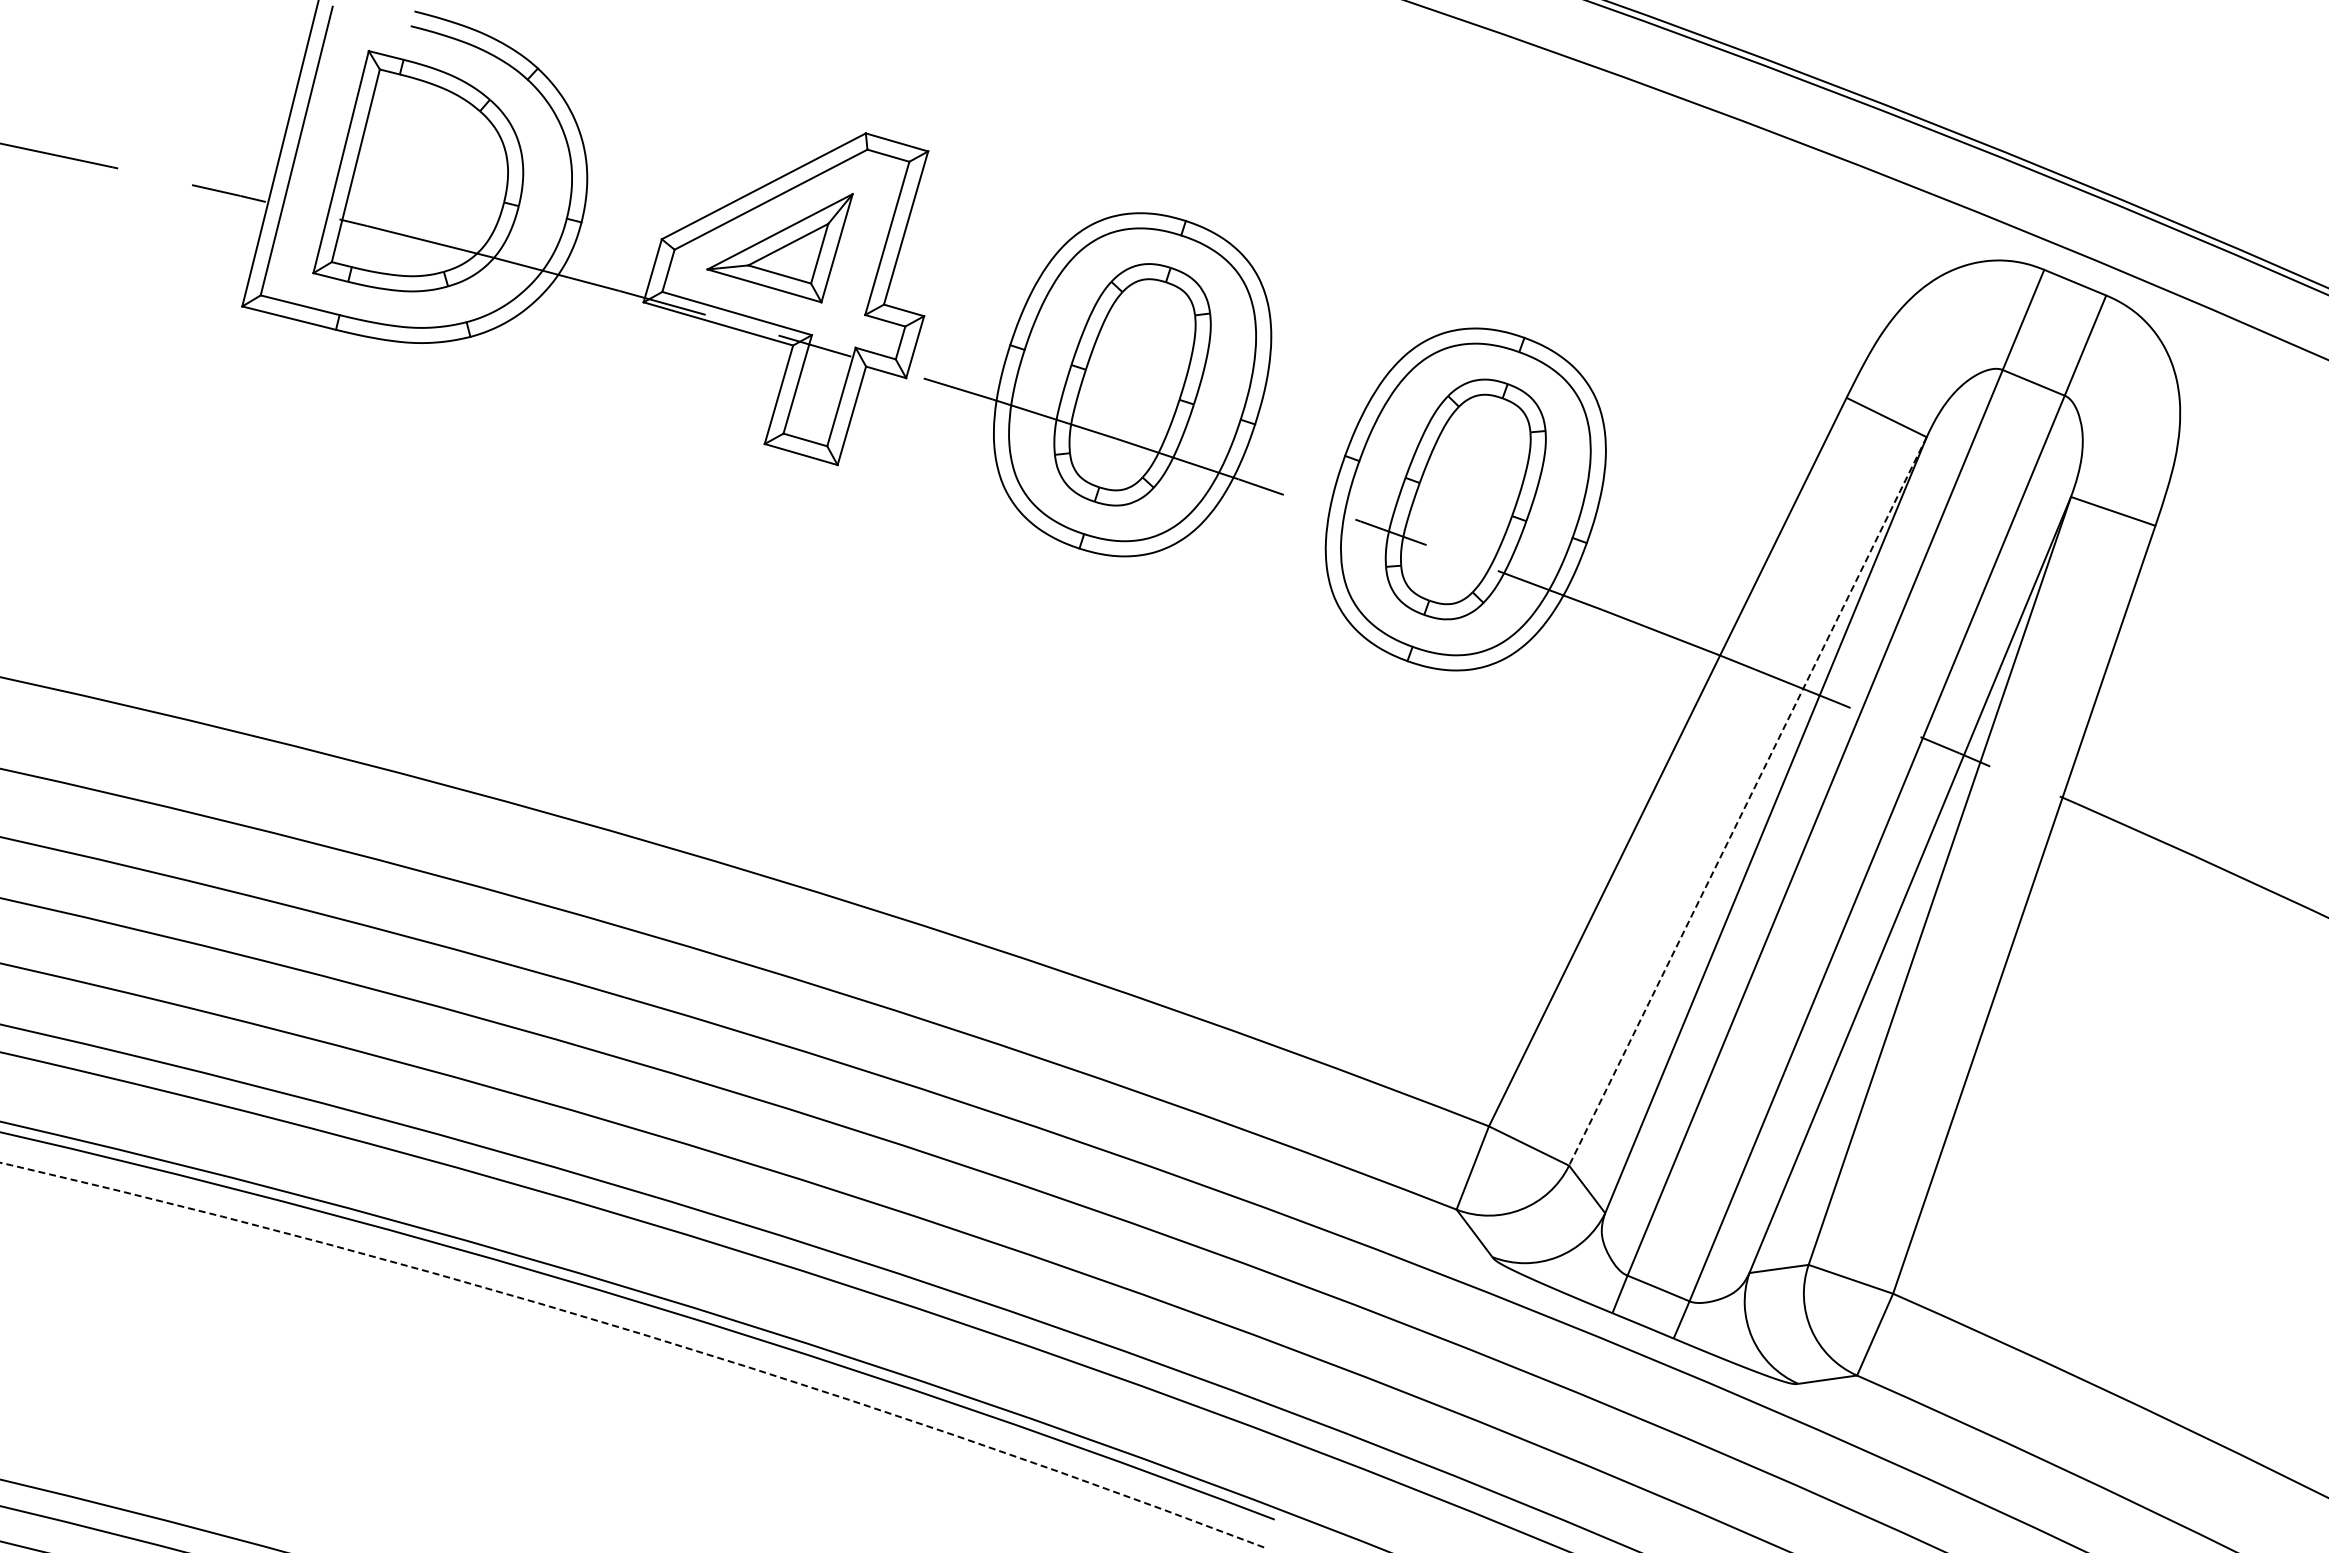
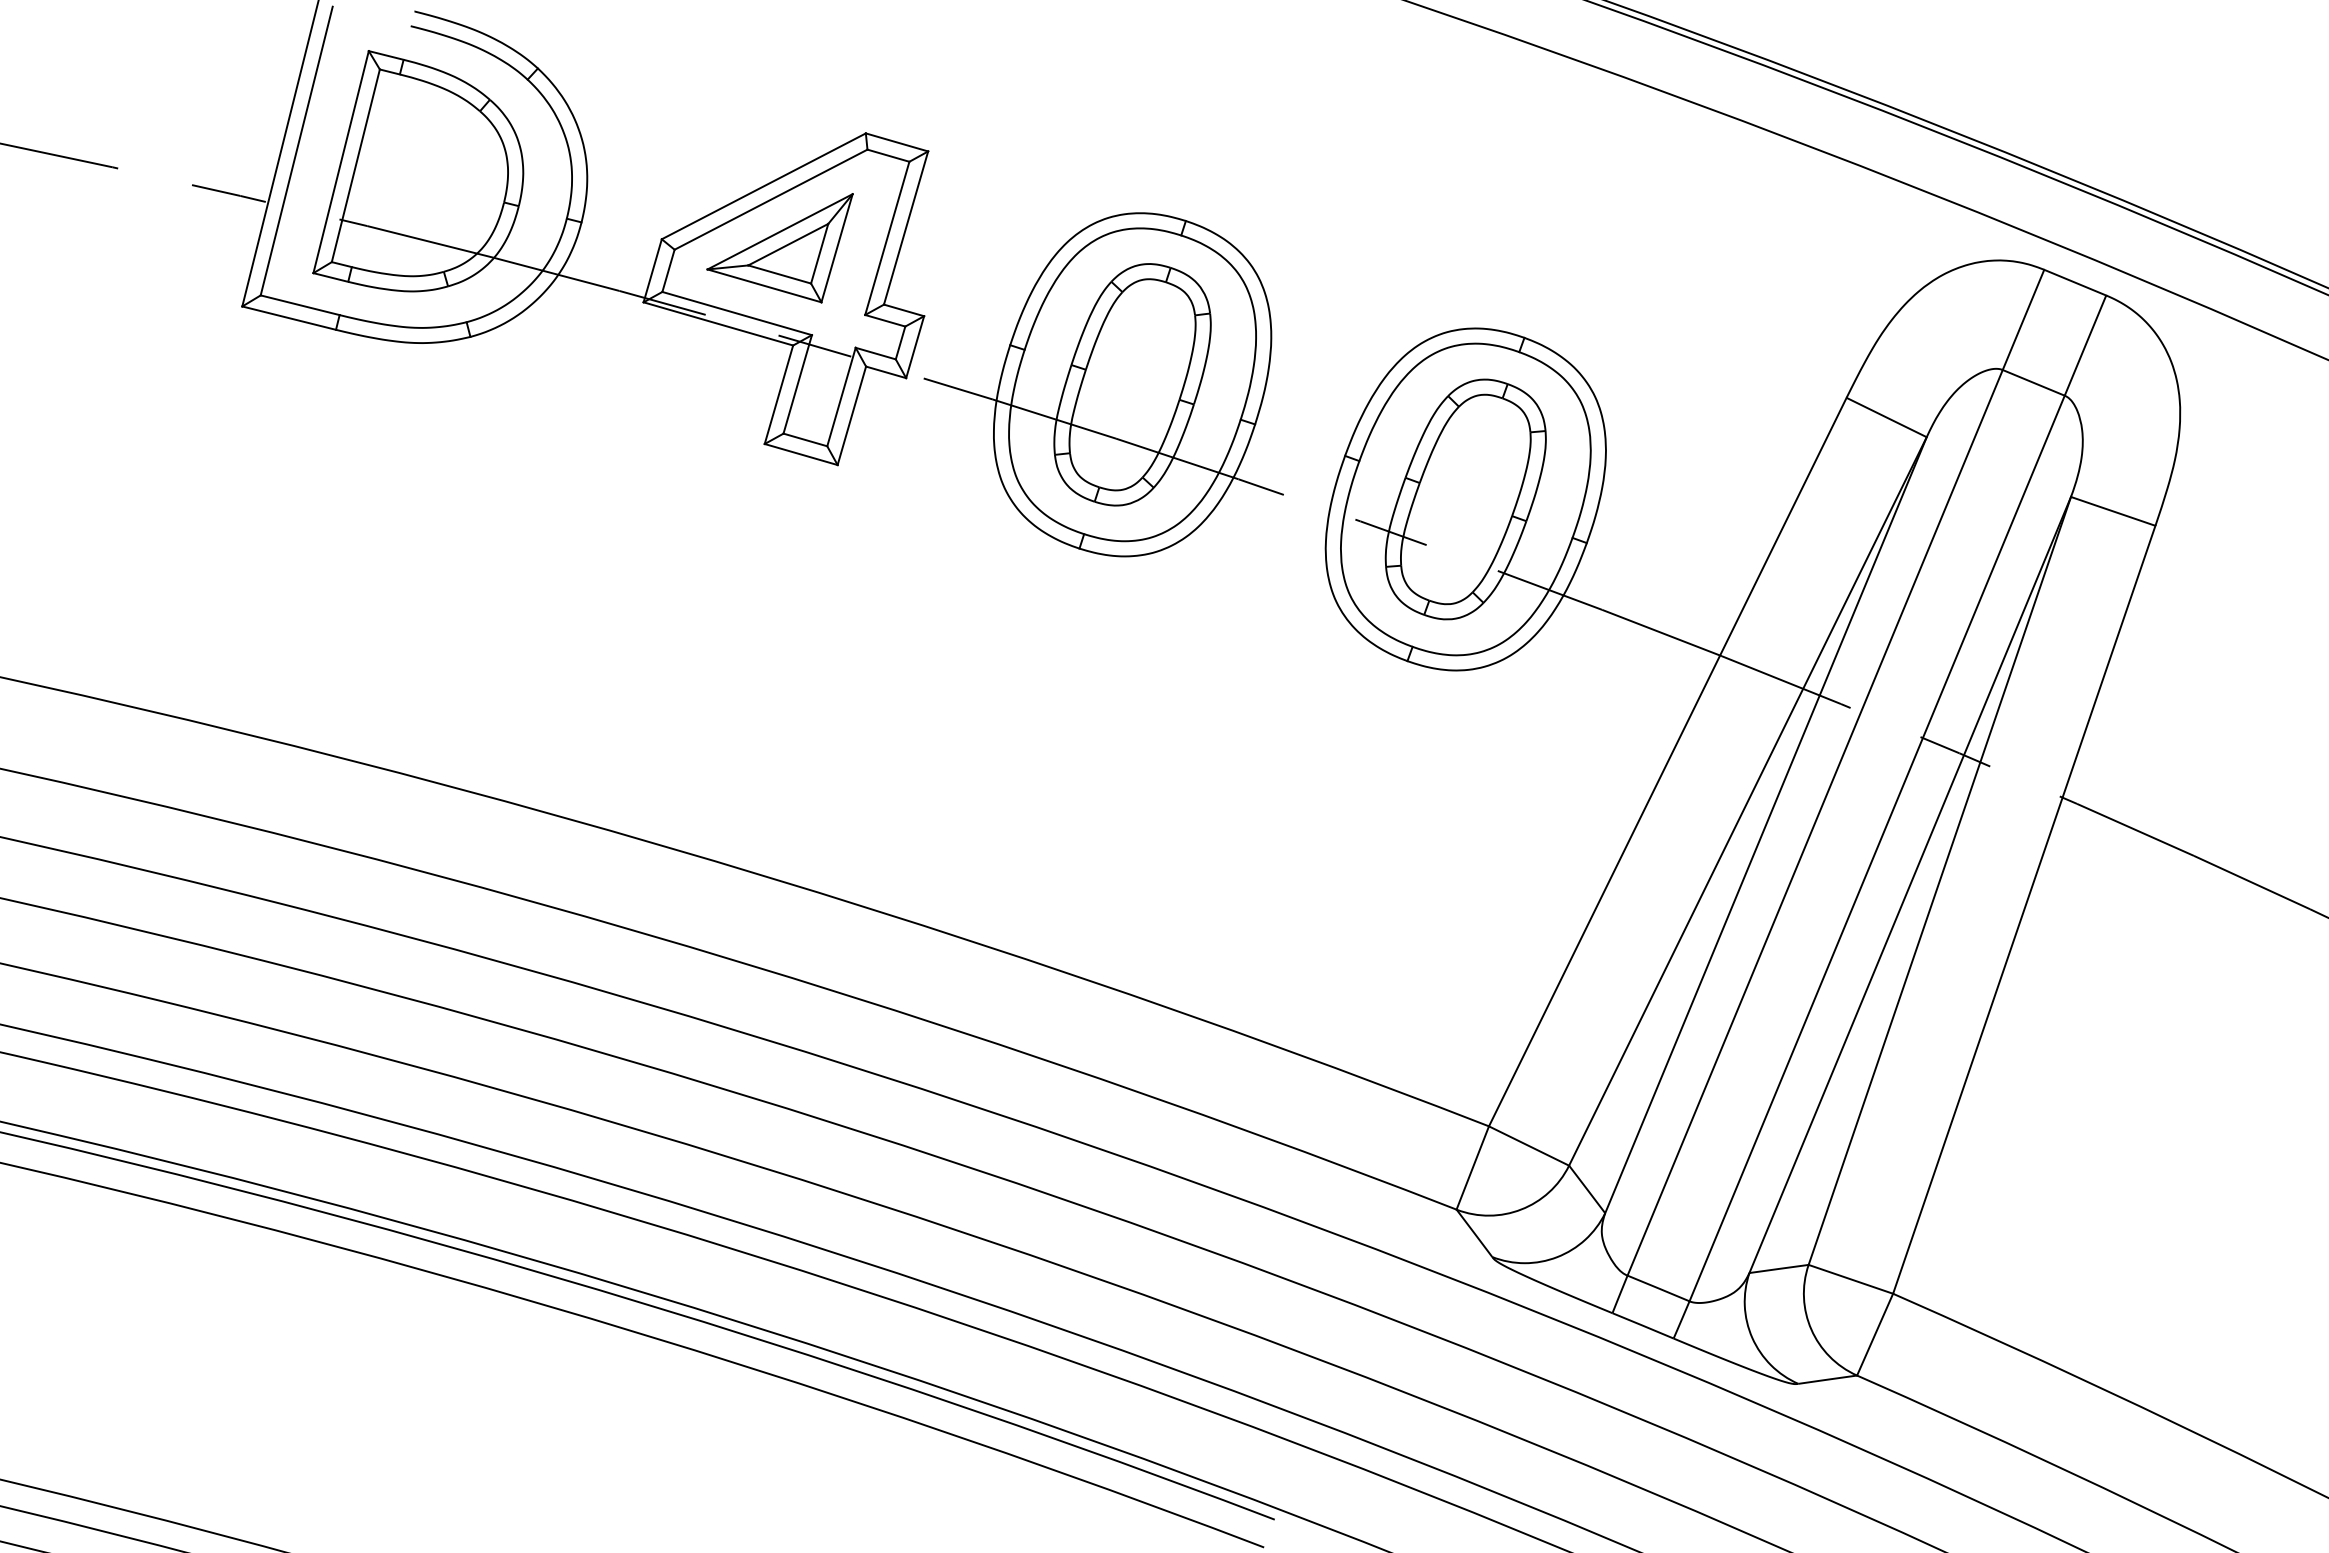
line at (1747, 801): dashed -> solid
arc at (636, 1332): dashed -> solid
